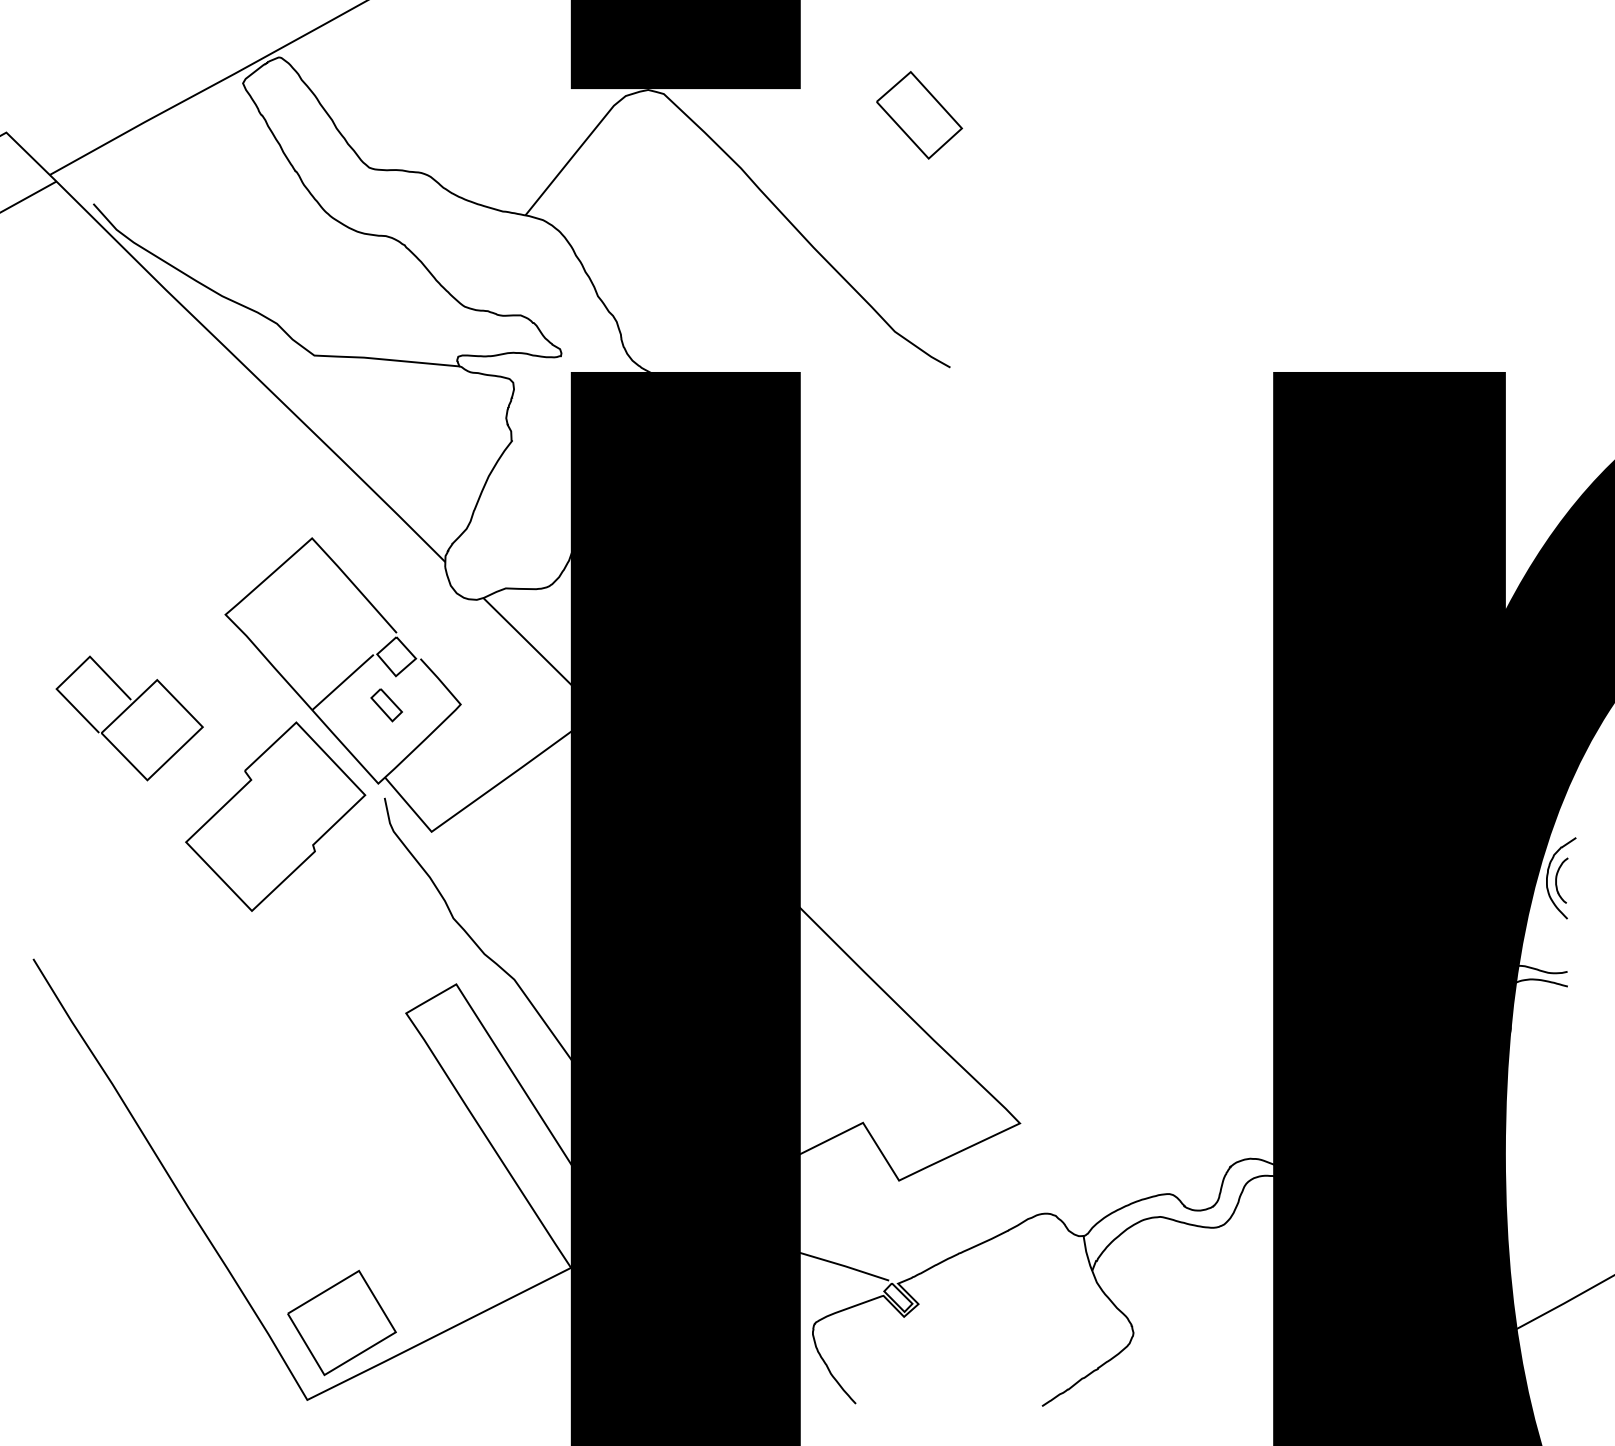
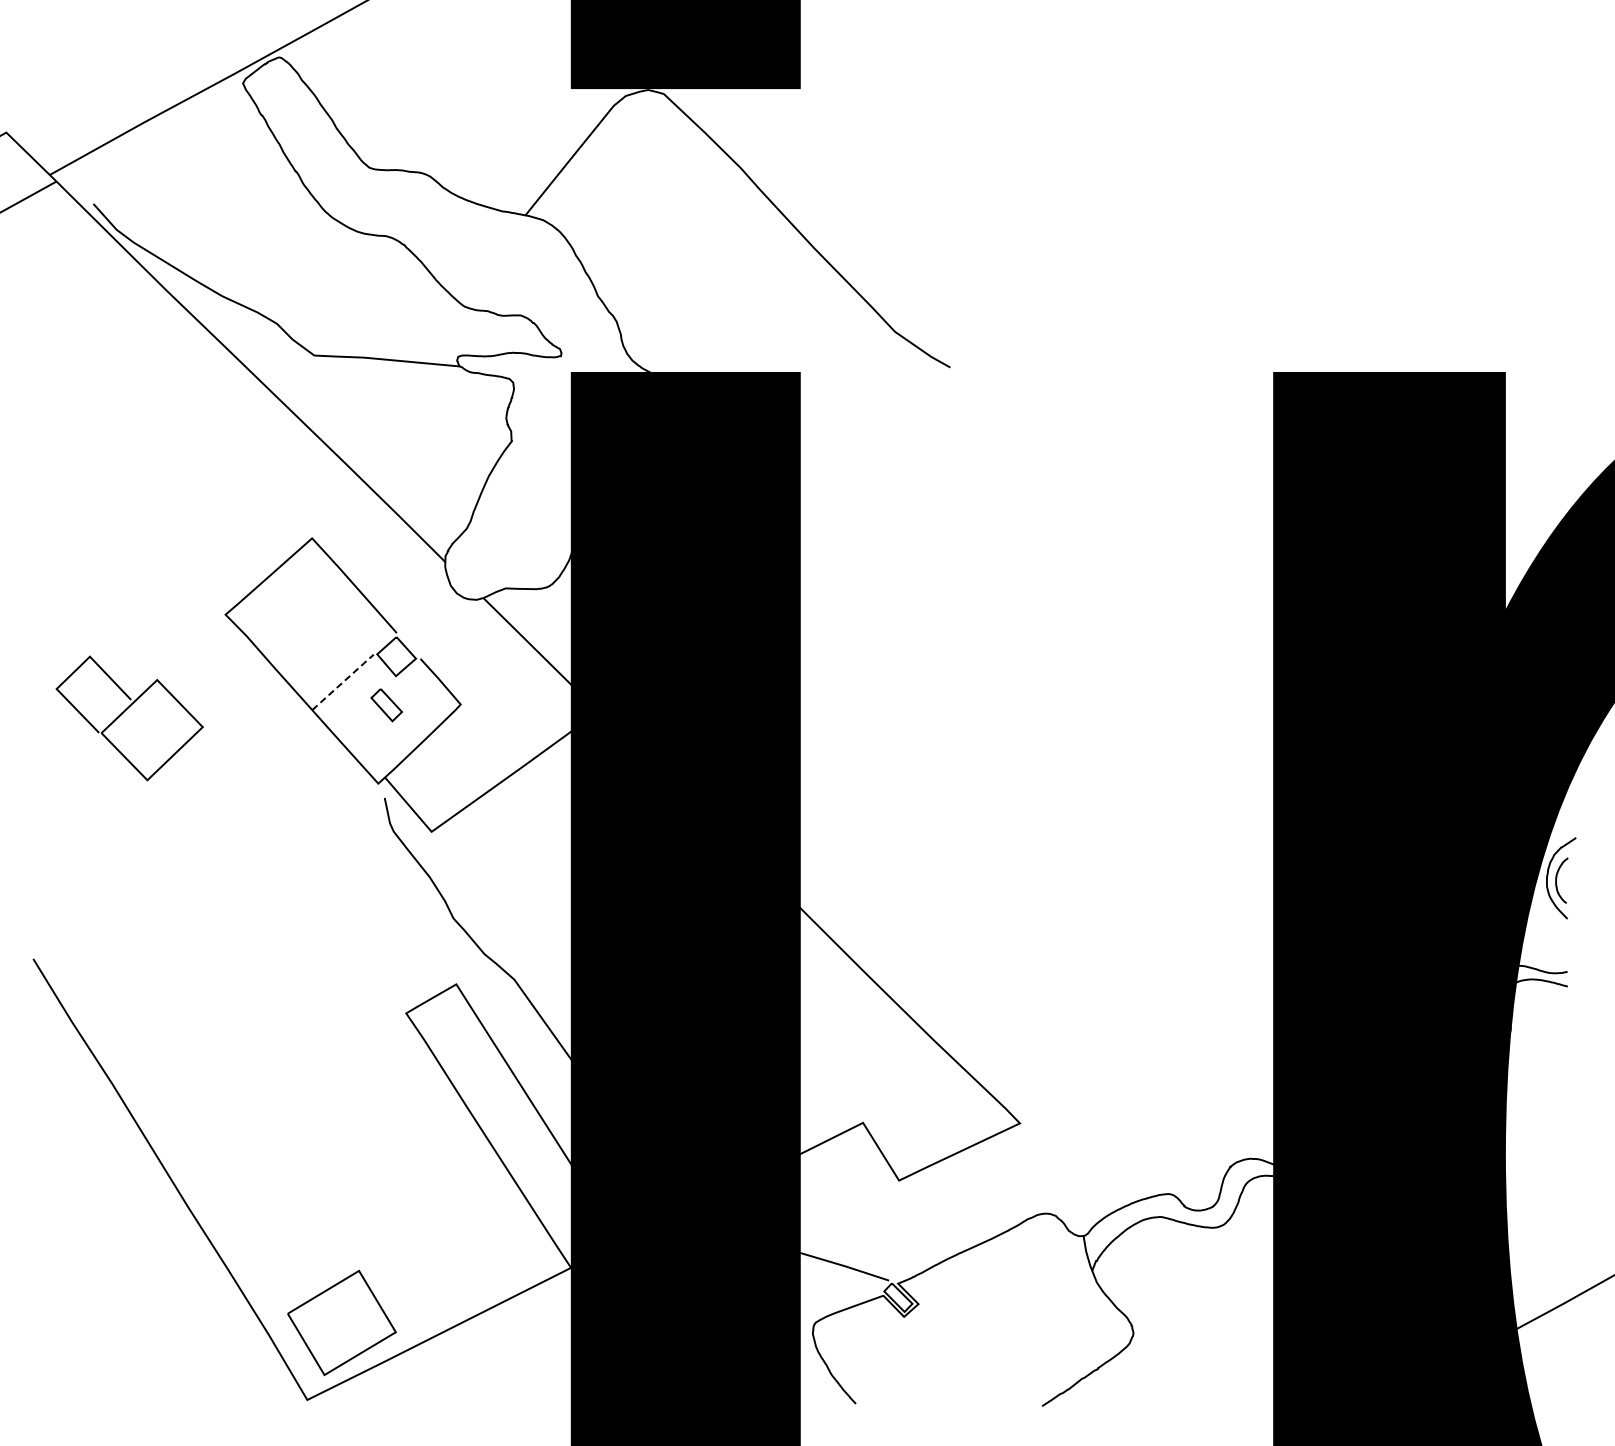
part at (919, 115): present -> none
line at (343, 682): solid -> dashed
part at (275, 816): present -> none
